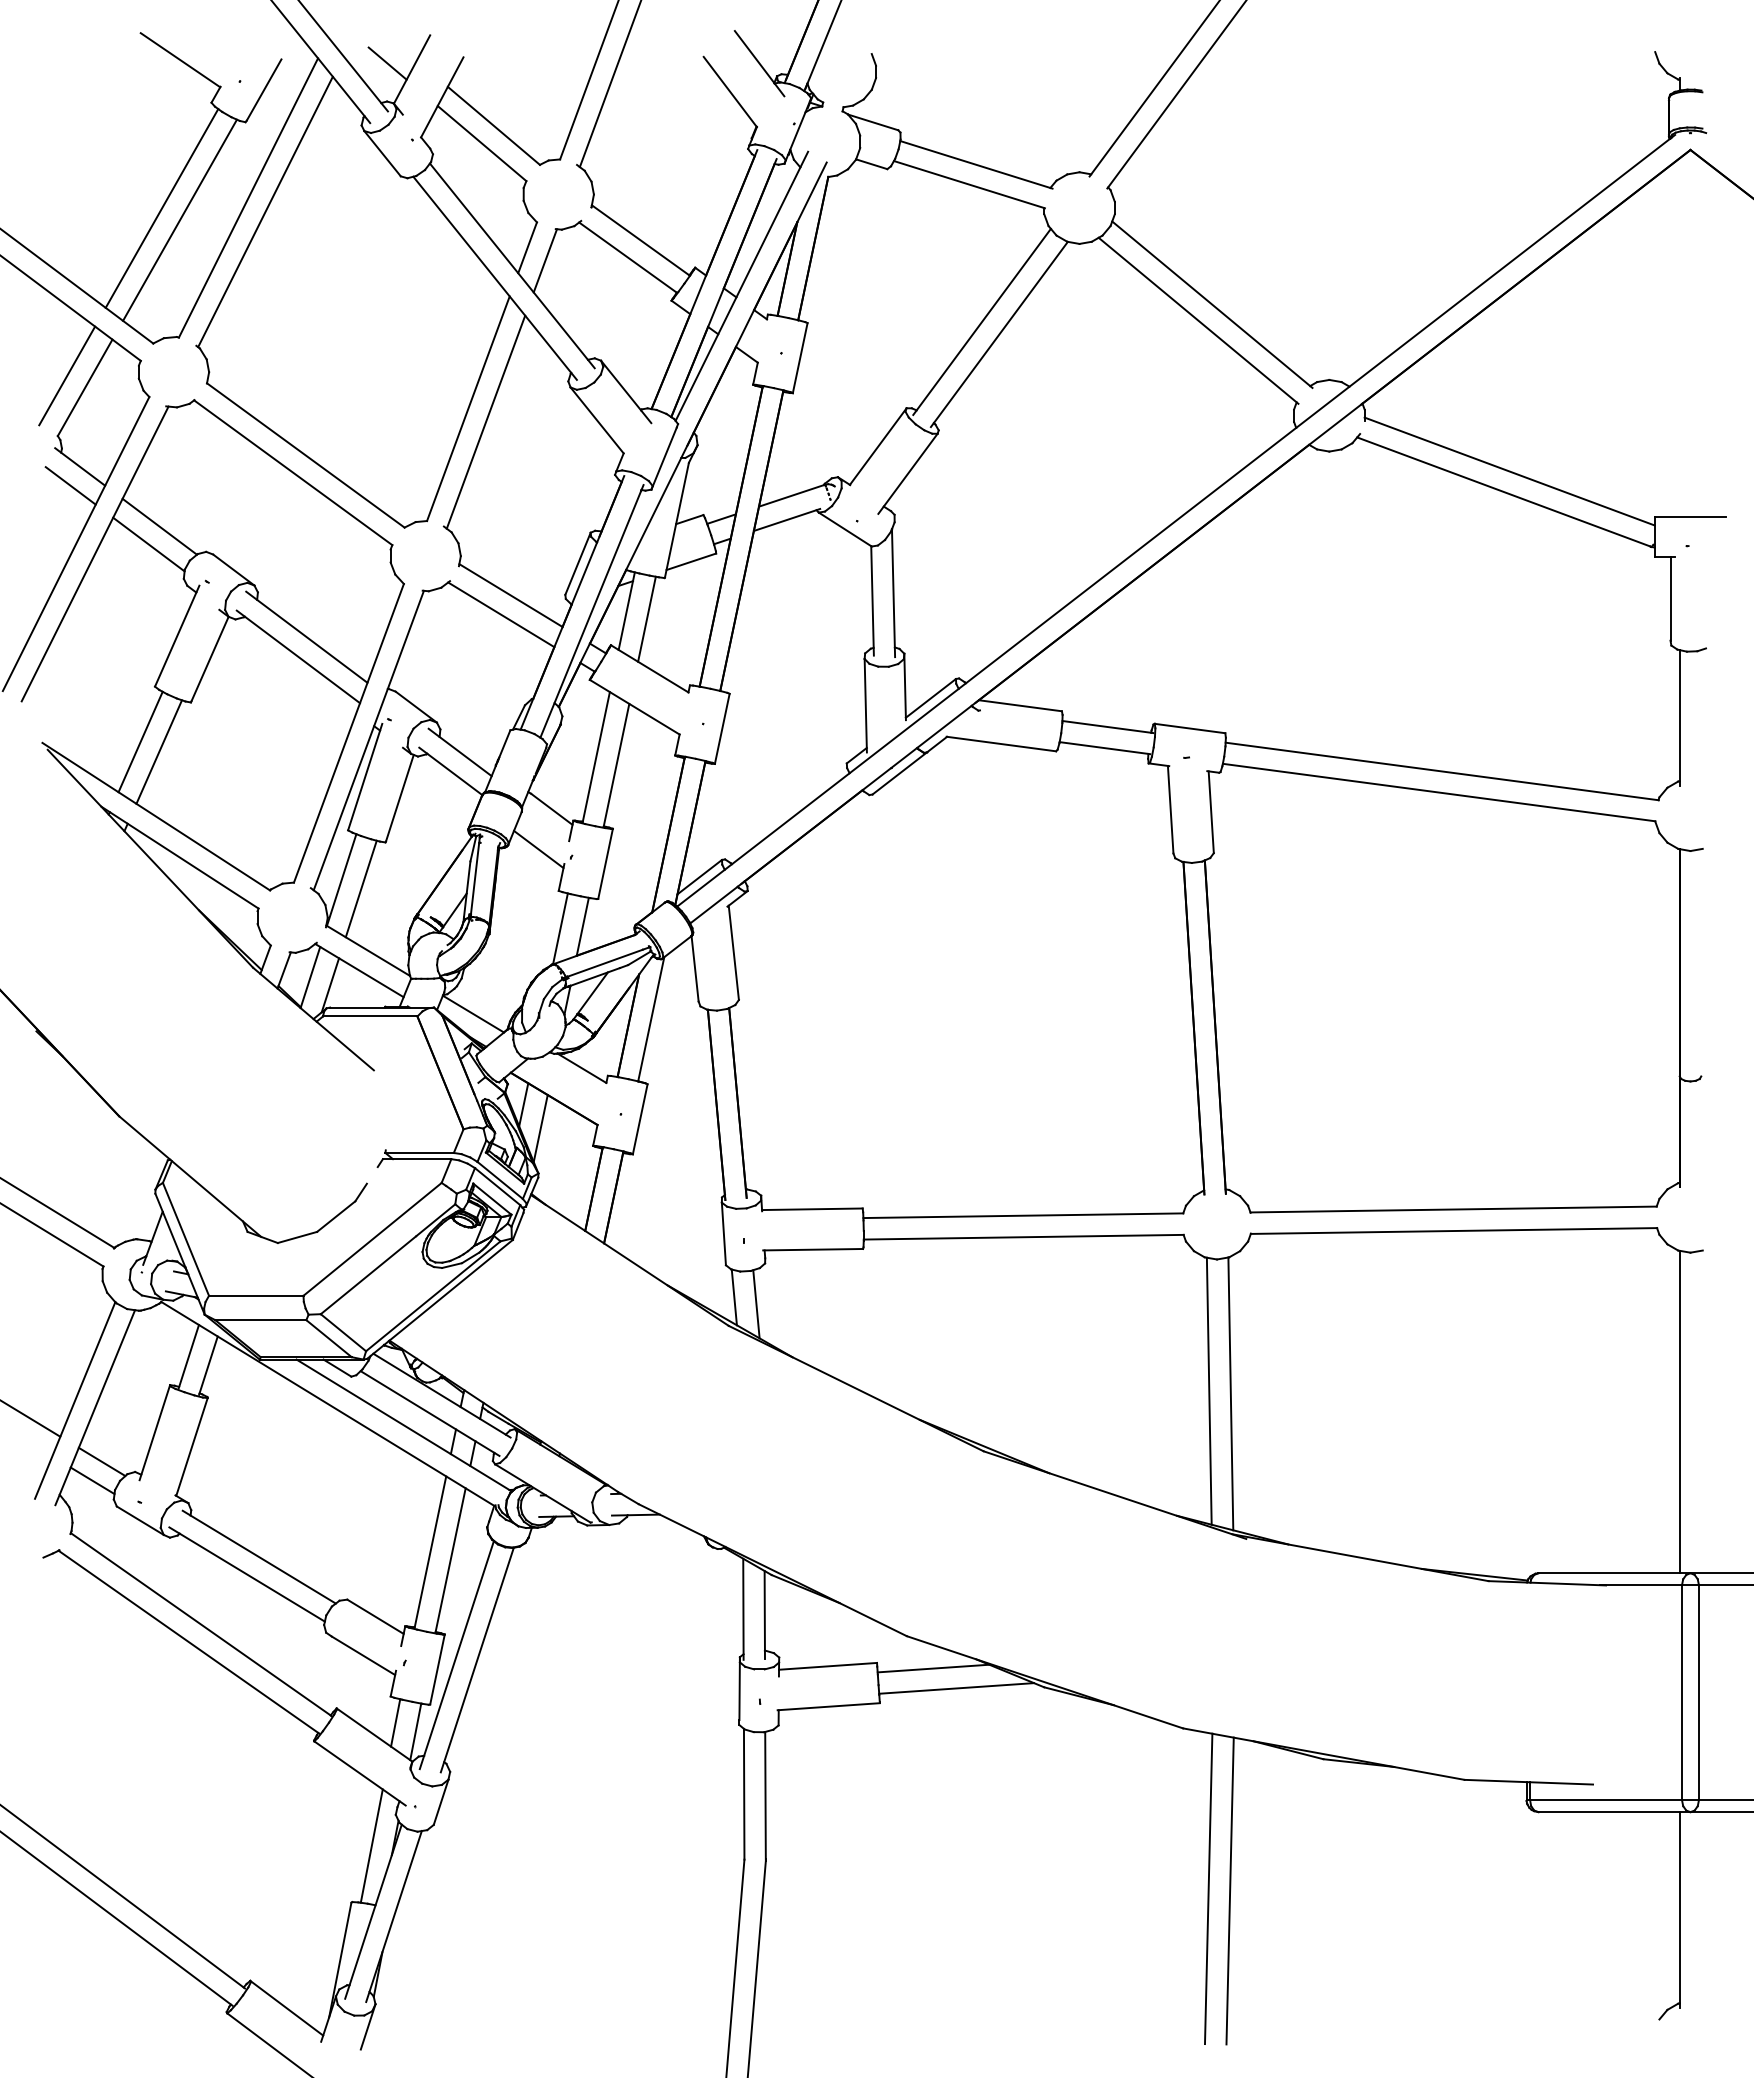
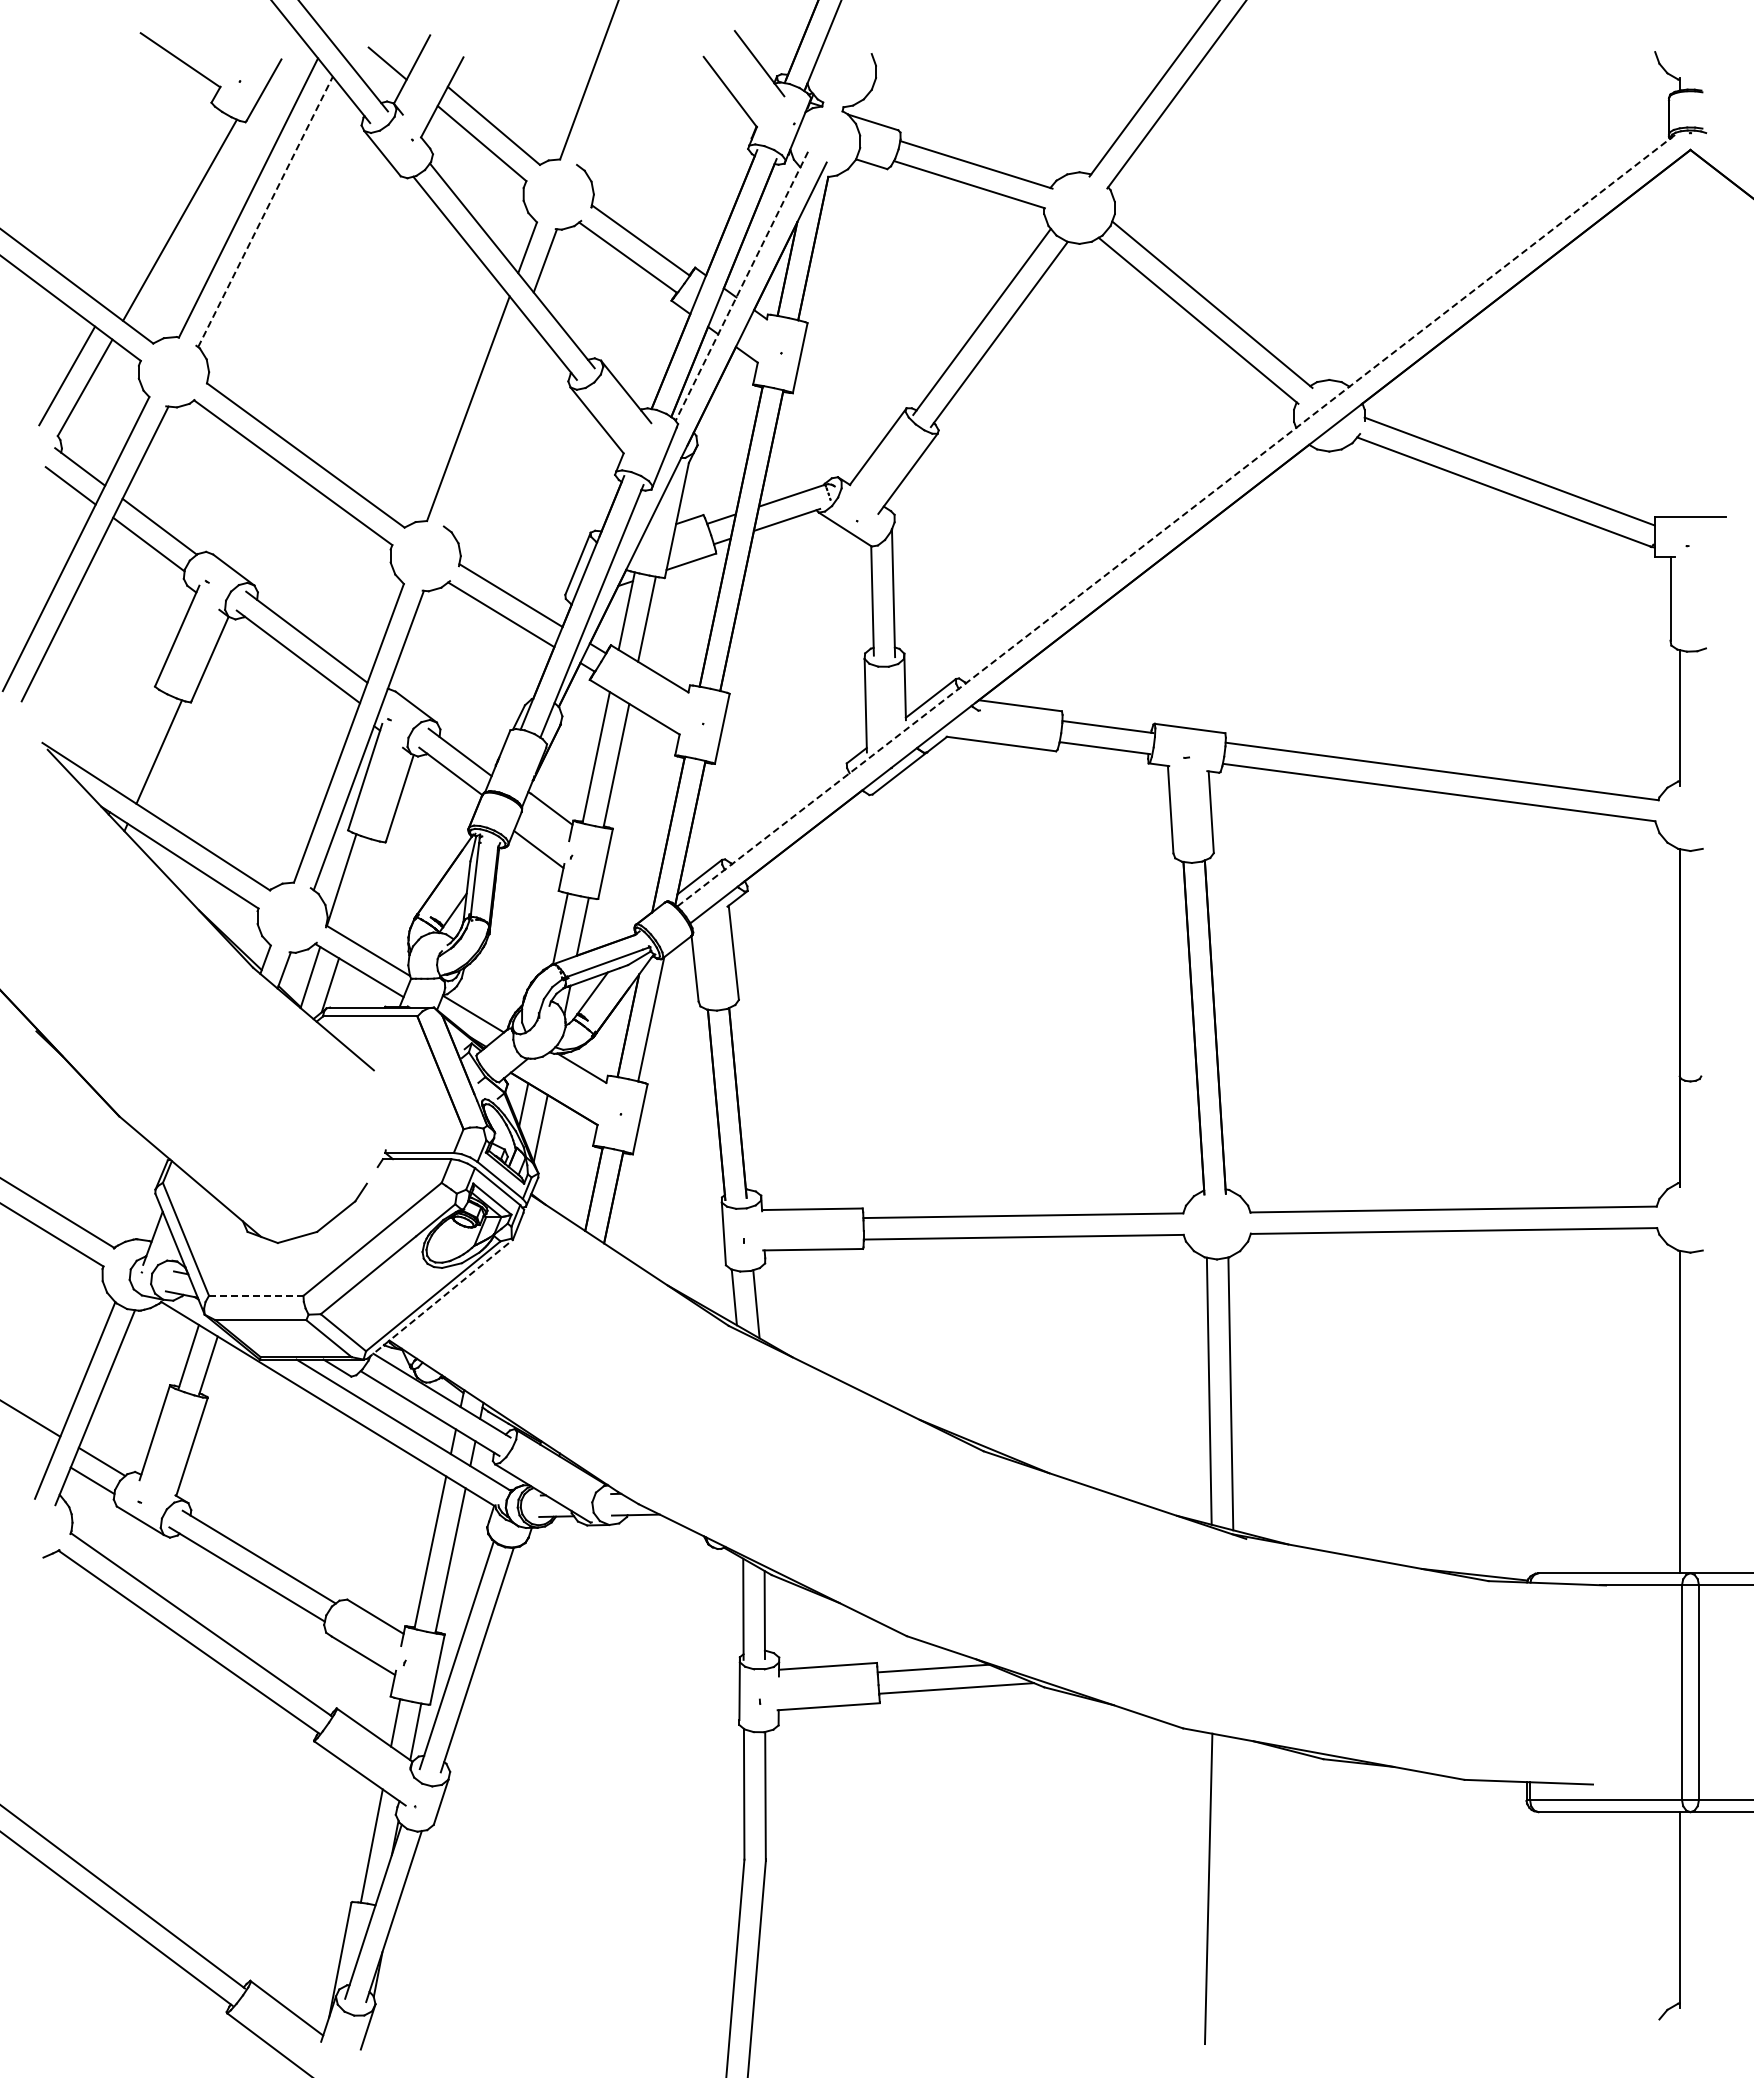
line at (609, 84): present -> none
line at (161, 208): present -> none
line at (265, 211): solid -> dashed
line at (741, 286): solid -> dashed
line at (485, 421): present -> none
line at (1176, 520): solid -> dashed
line at (140, 741): present -> none
line at (360, 888): present -> none
line at (256, 1295): solid -> dashed
line at (440, 1299): solid -> dashed
line at (1229, 1890): present -> none
